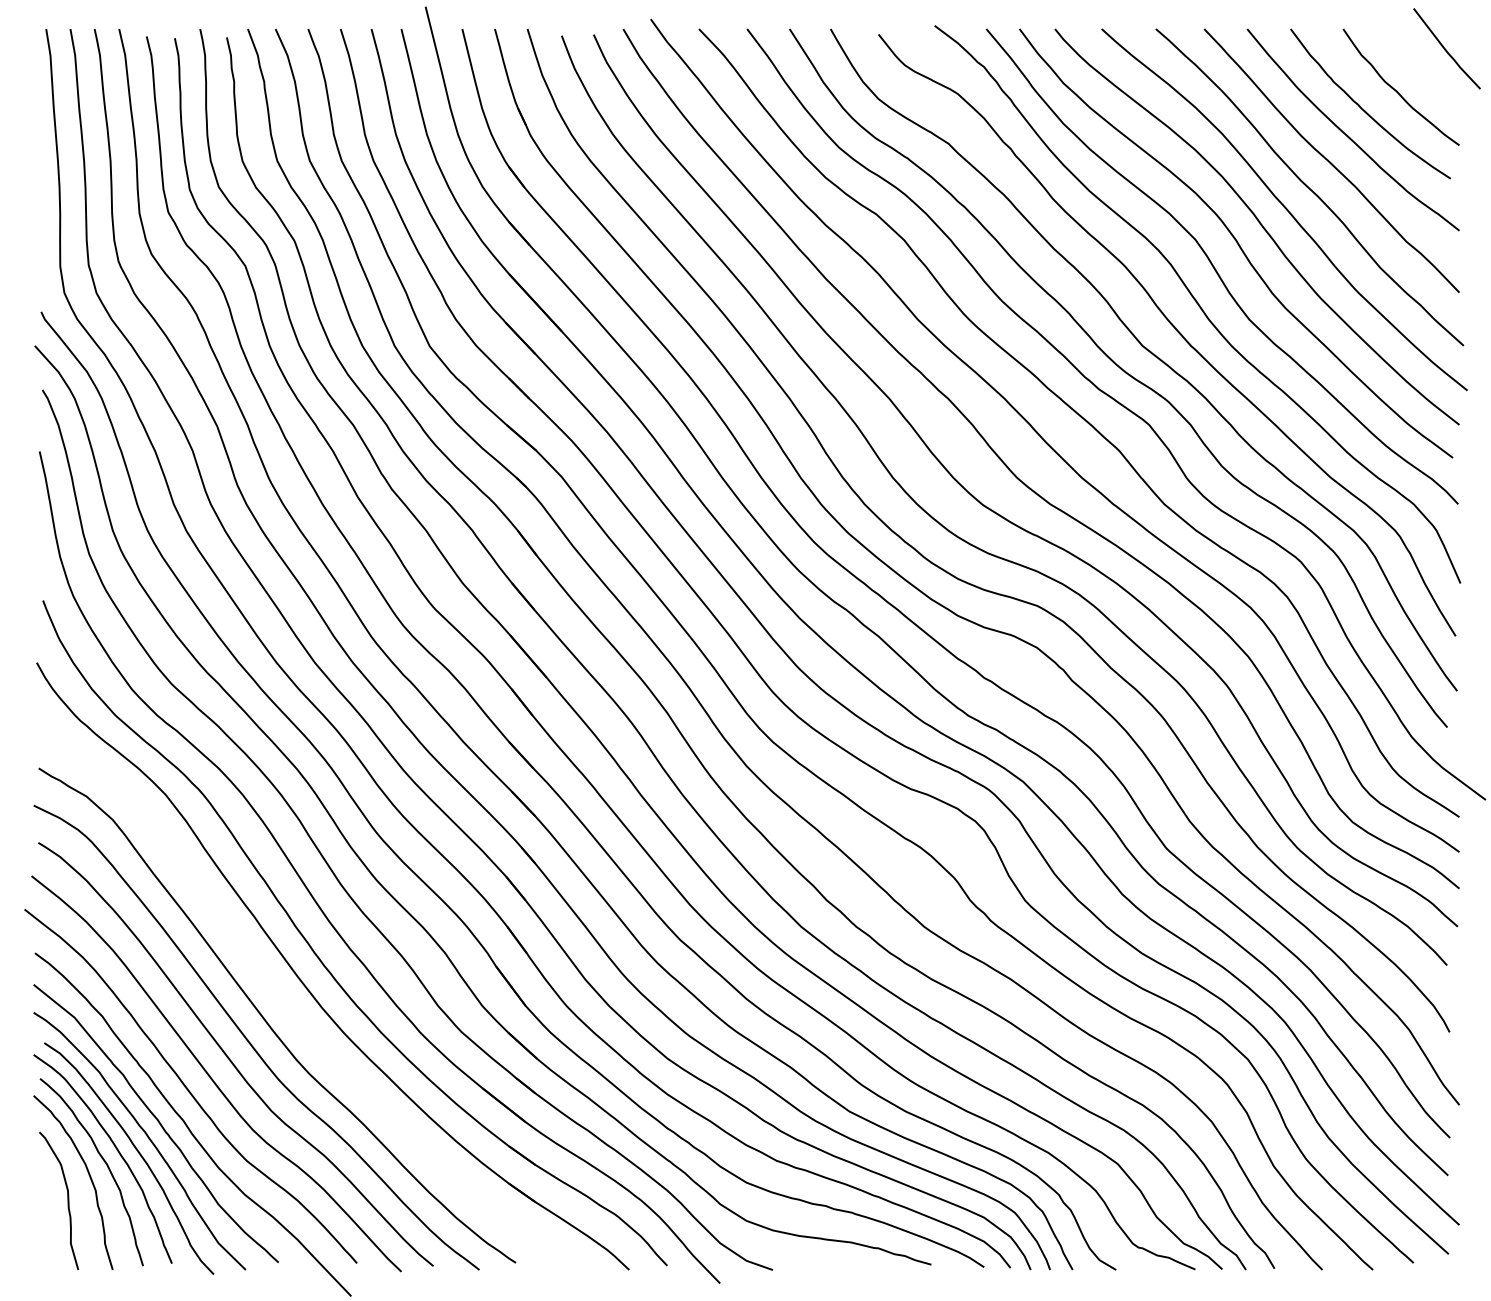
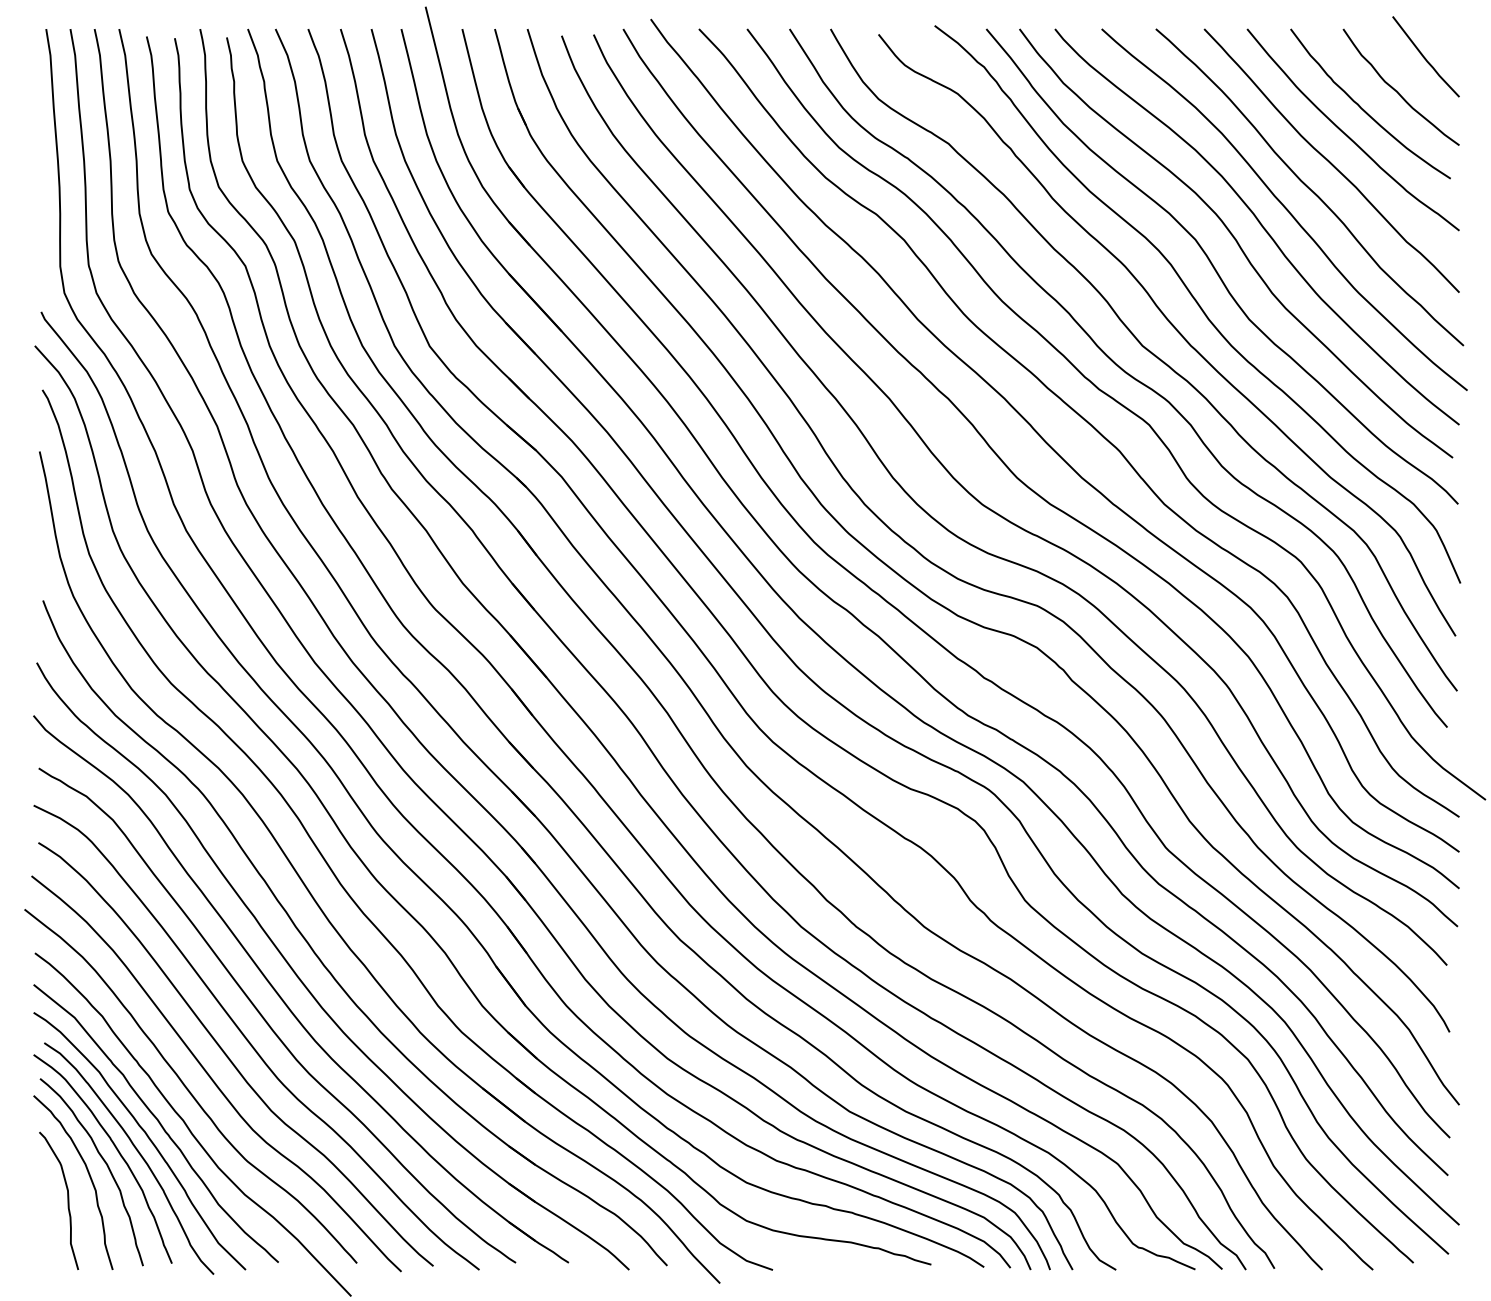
curve at (1445, 48) position: (1445, 48) -> (1424, 56)
part at (286, 1003): none -> present
